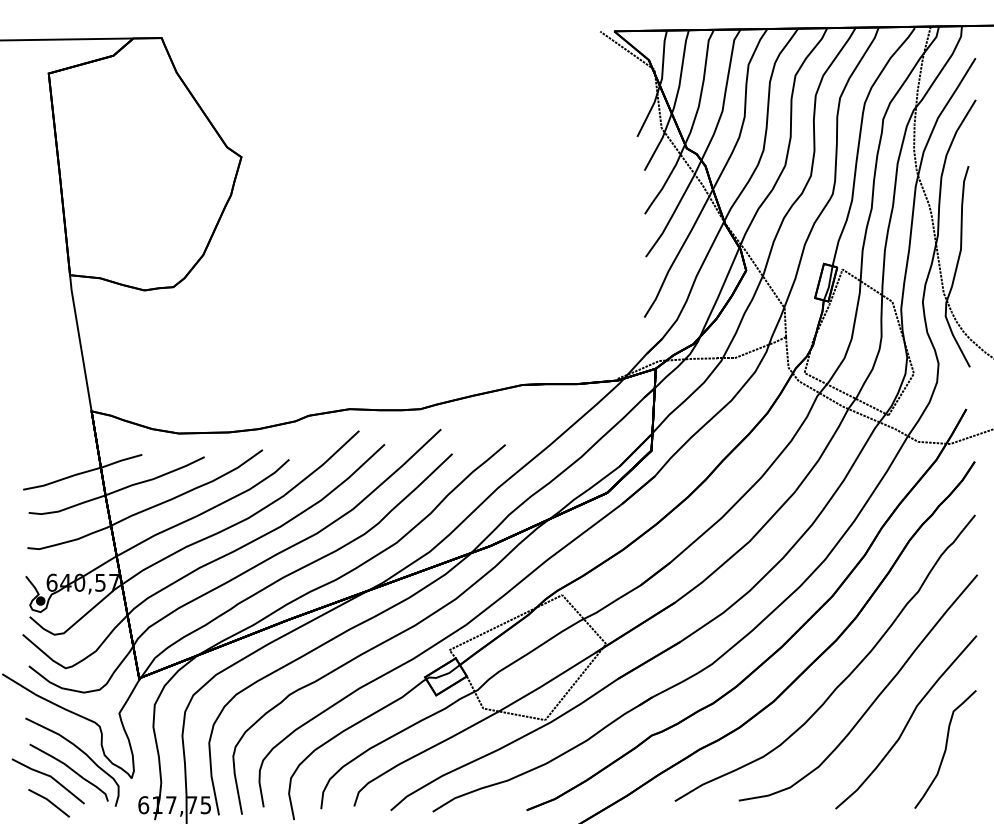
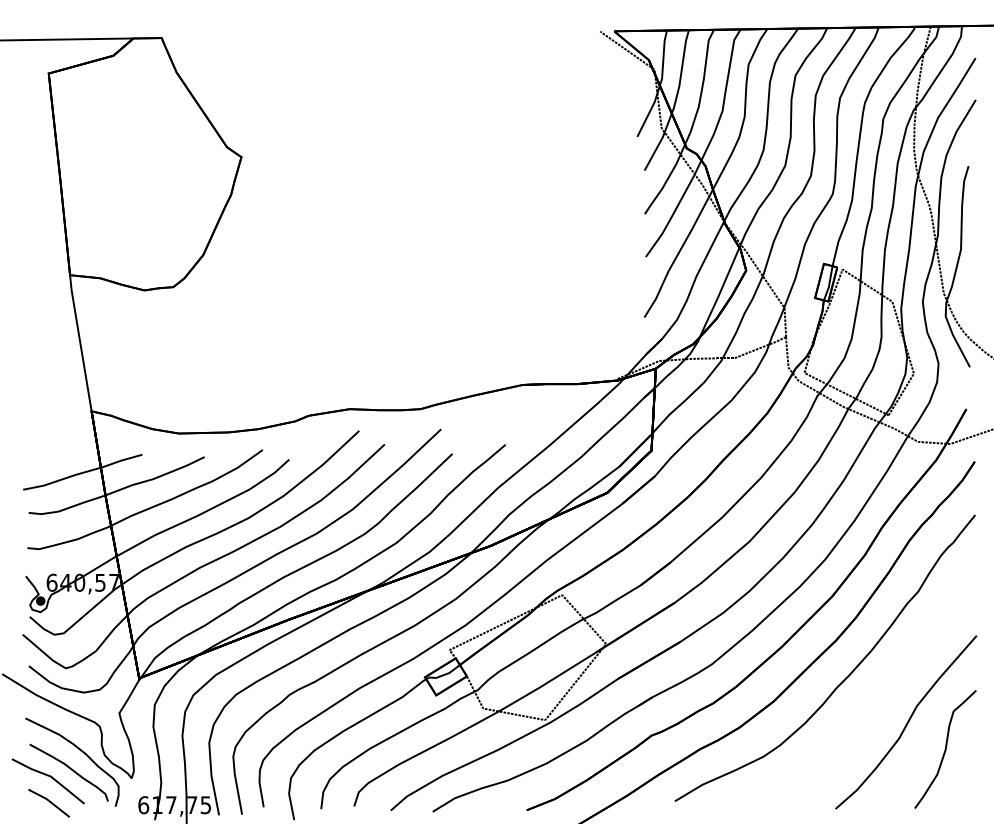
part at (873, 700): present -> none
